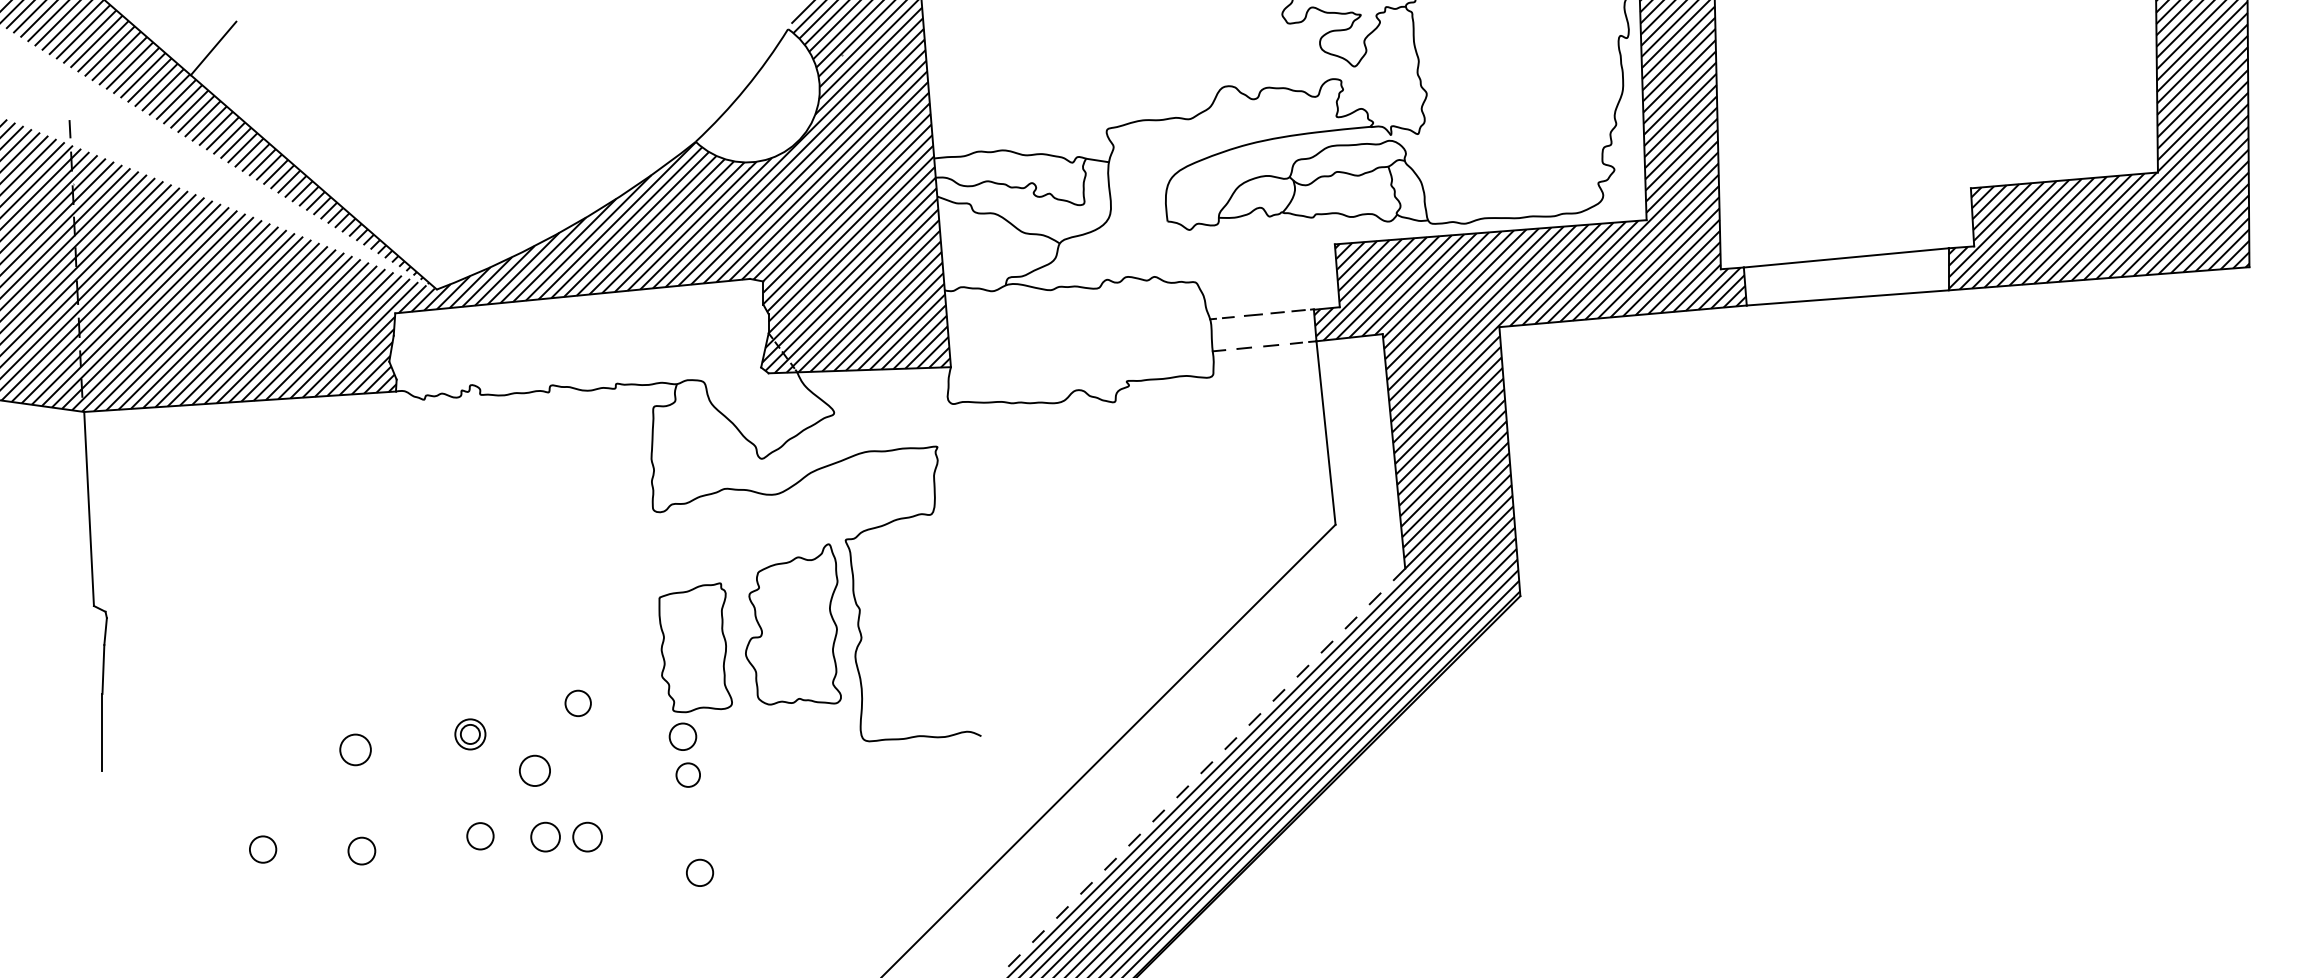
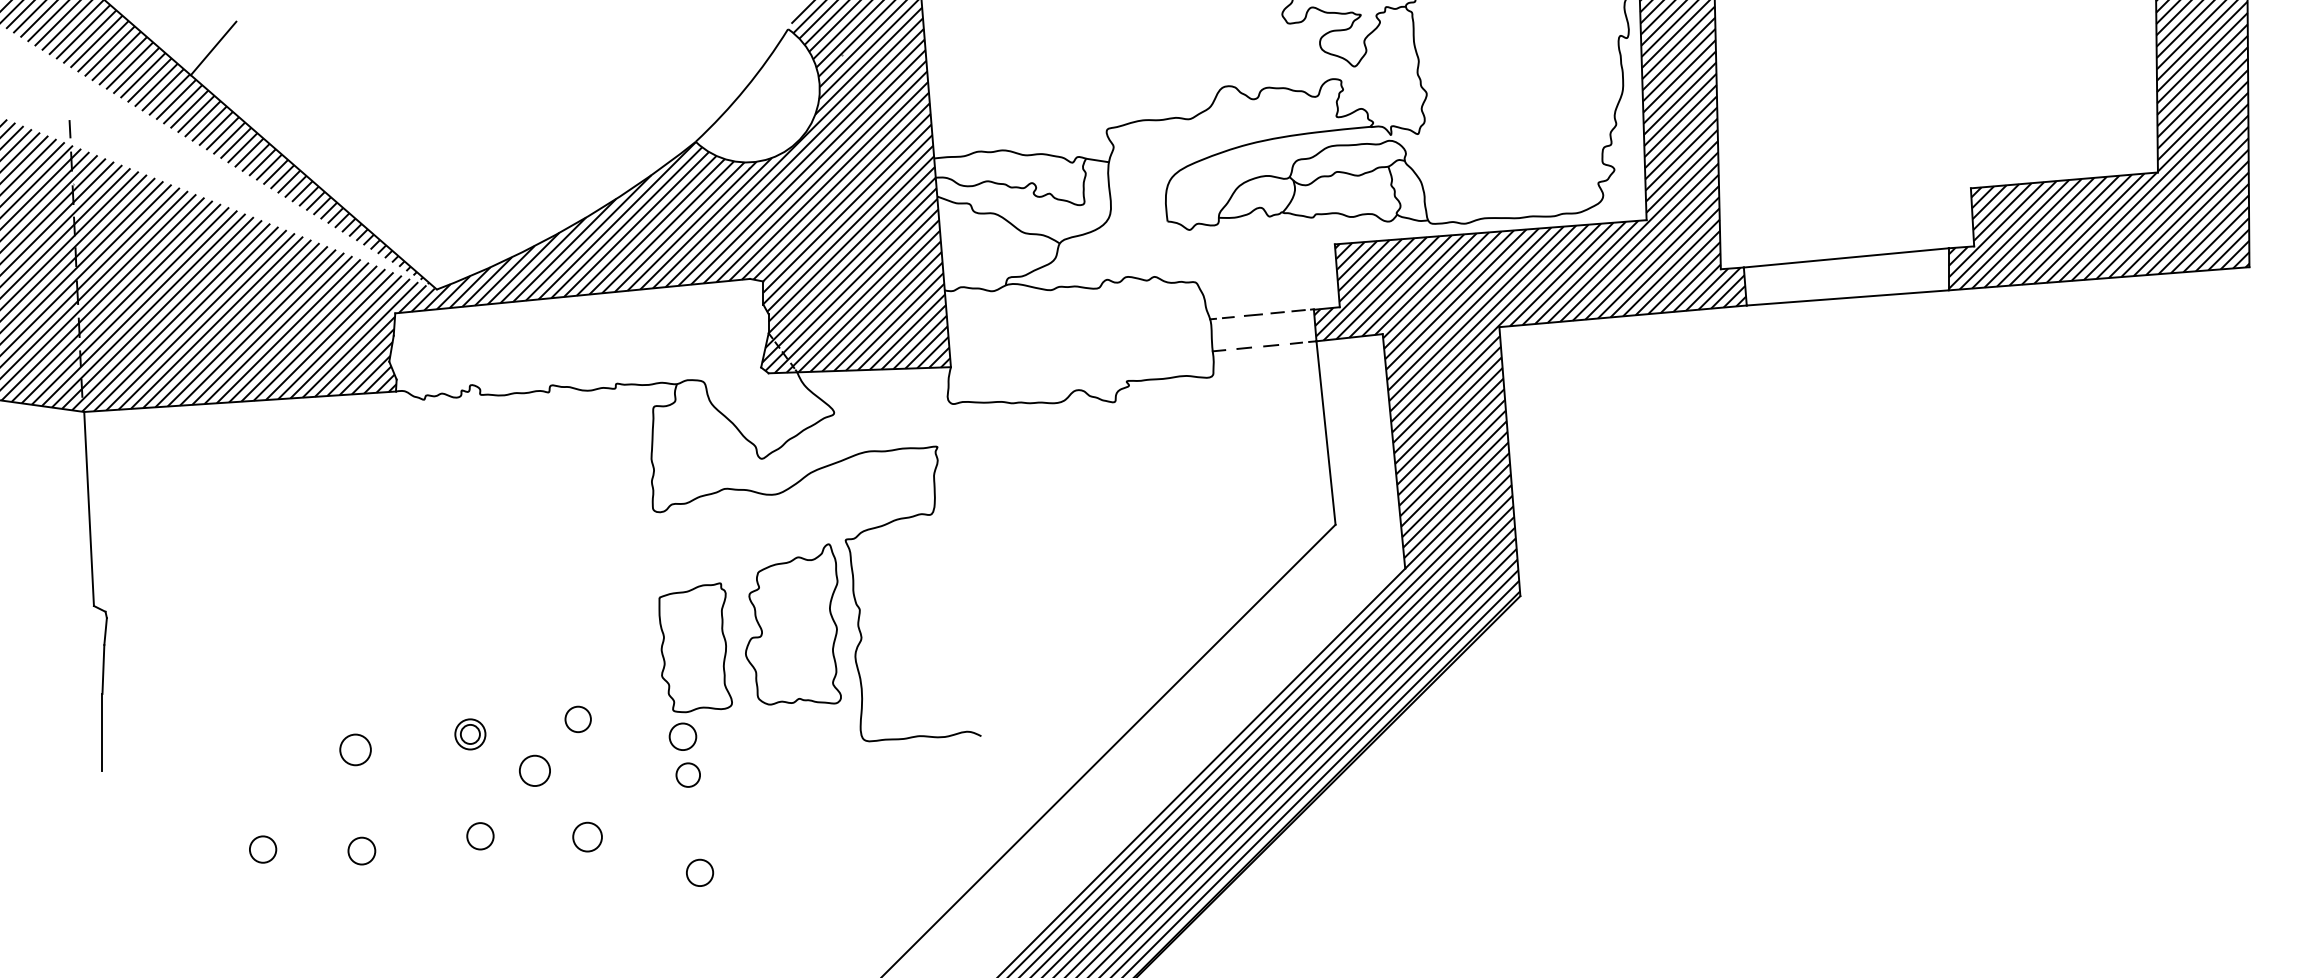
circle at (577, 702) position: (577, 702) -> (577, 718)
line at (1201, 773): dashed -> solid
circle at (545, 836): present -> none
